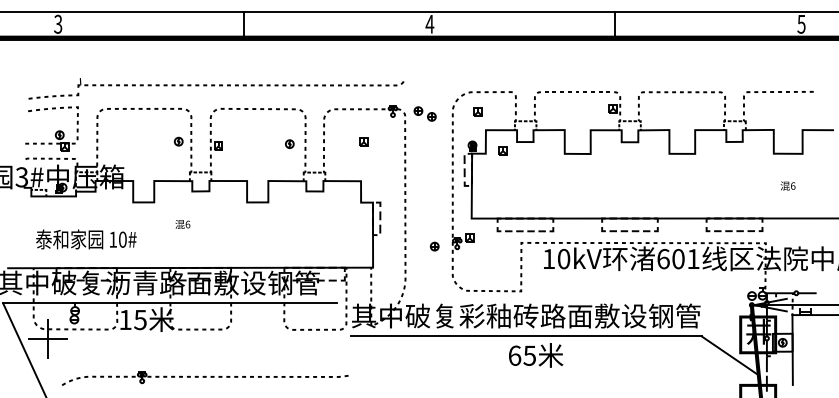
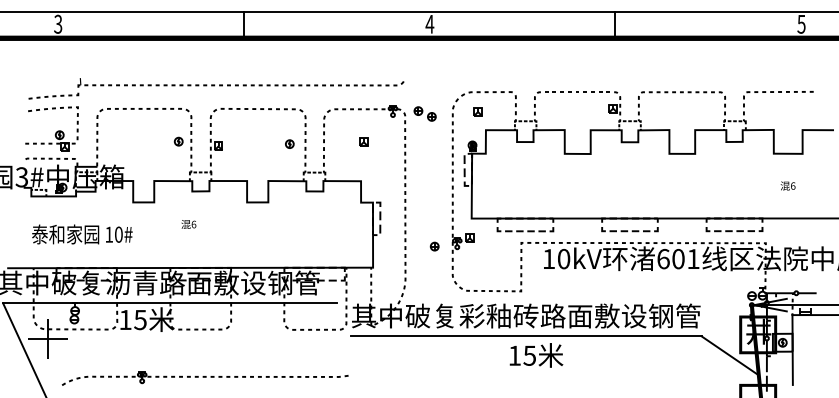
part at (502, 150): present -> none
text at (182, 224) position: (182, 224) -> (188, 224)
text at (86, 239) position: (86, 239) -> (82, 234)
text at (515, 355): 65 -> 15
